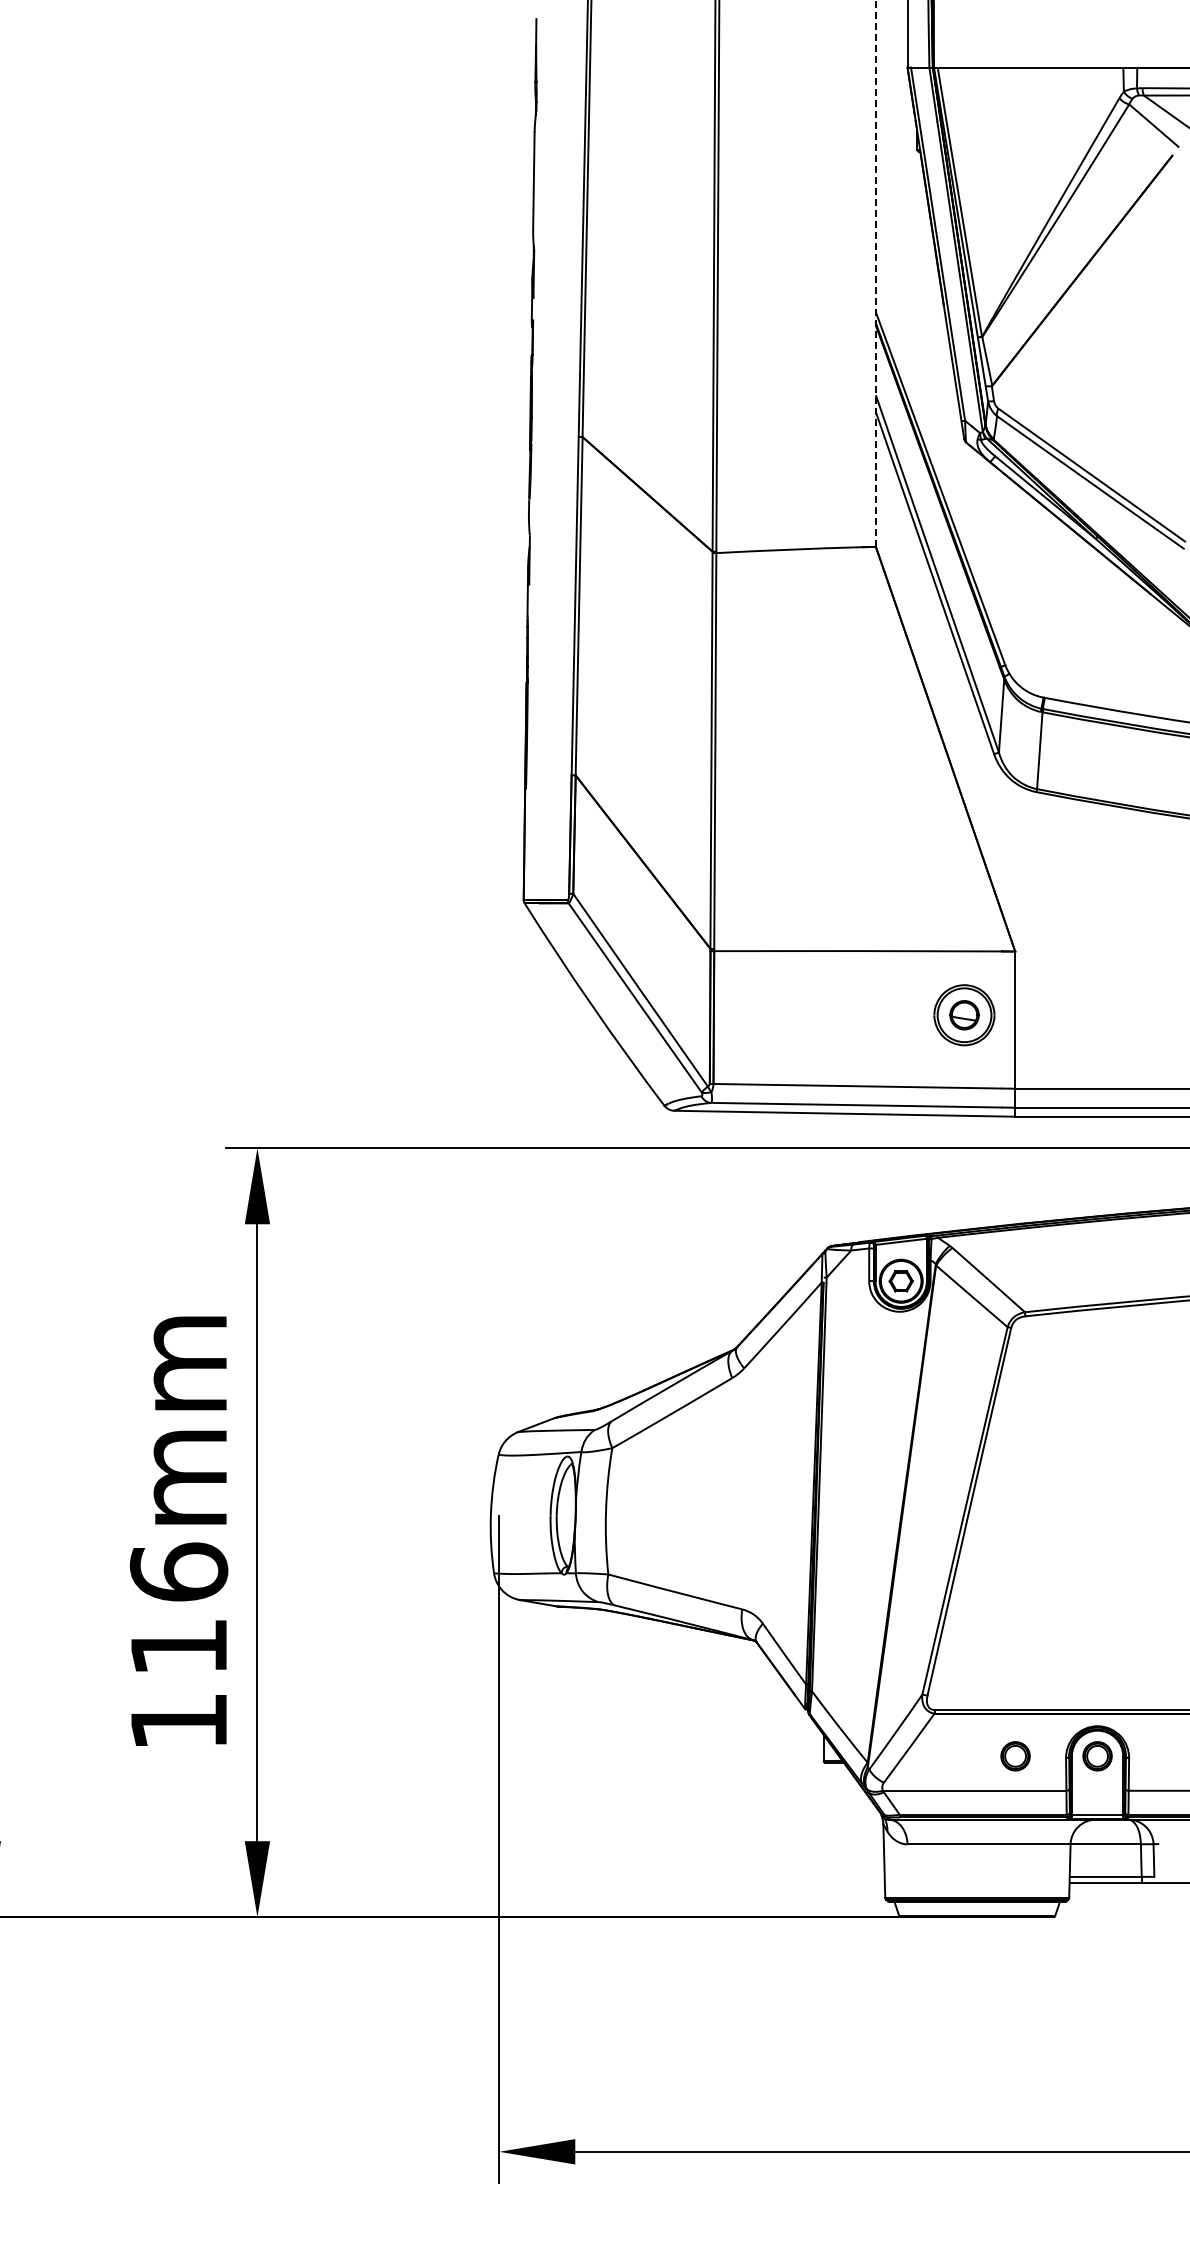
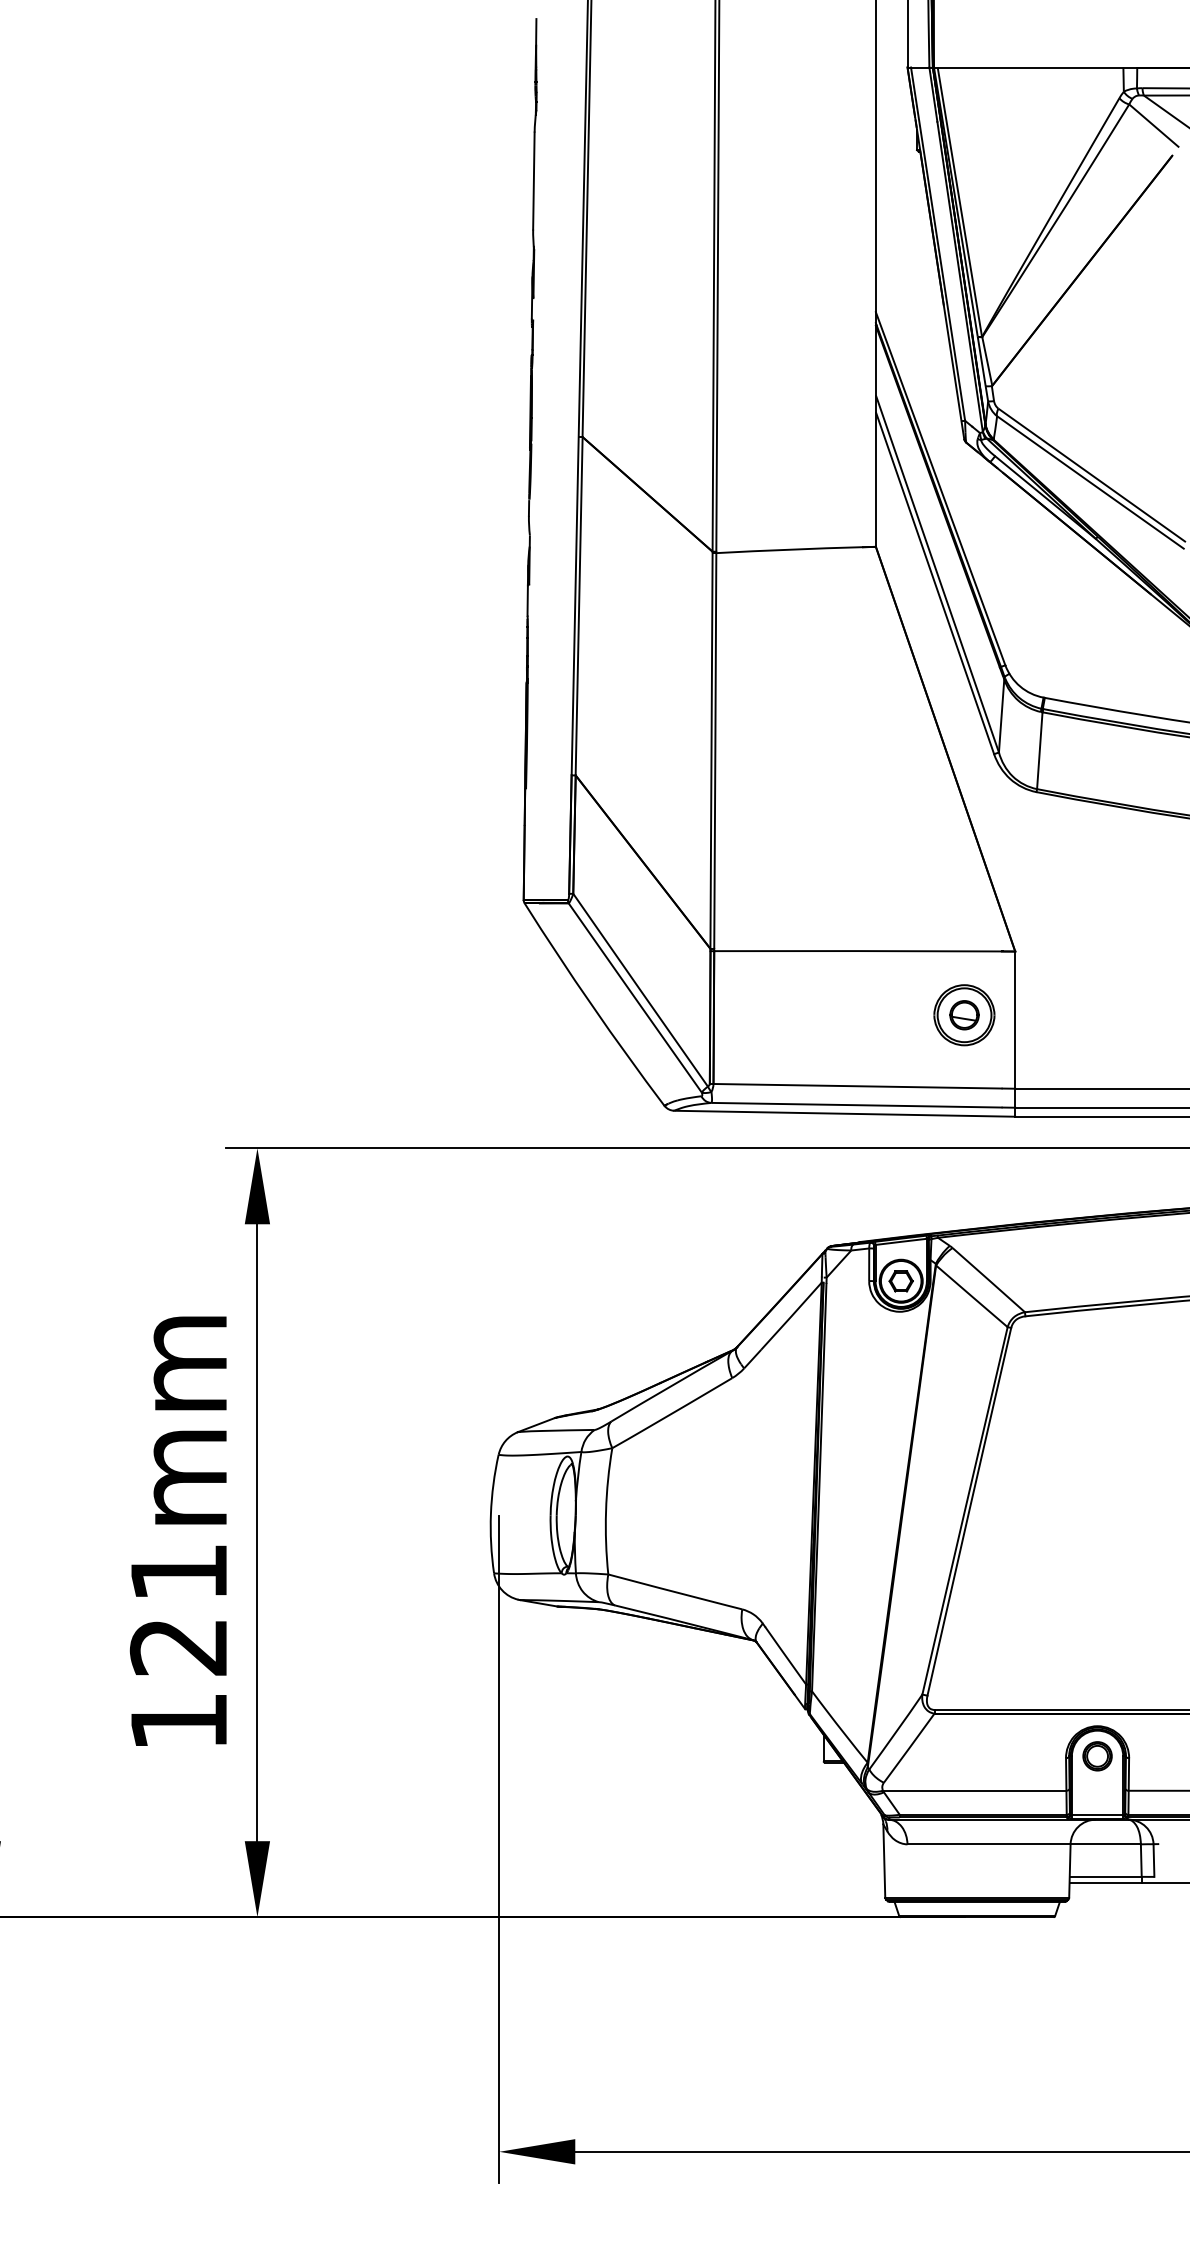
line at (875, 273): dashed -> solid
text at (178, 1608): 116mm -> 121mm
part at (1015, 1756): present -> none
